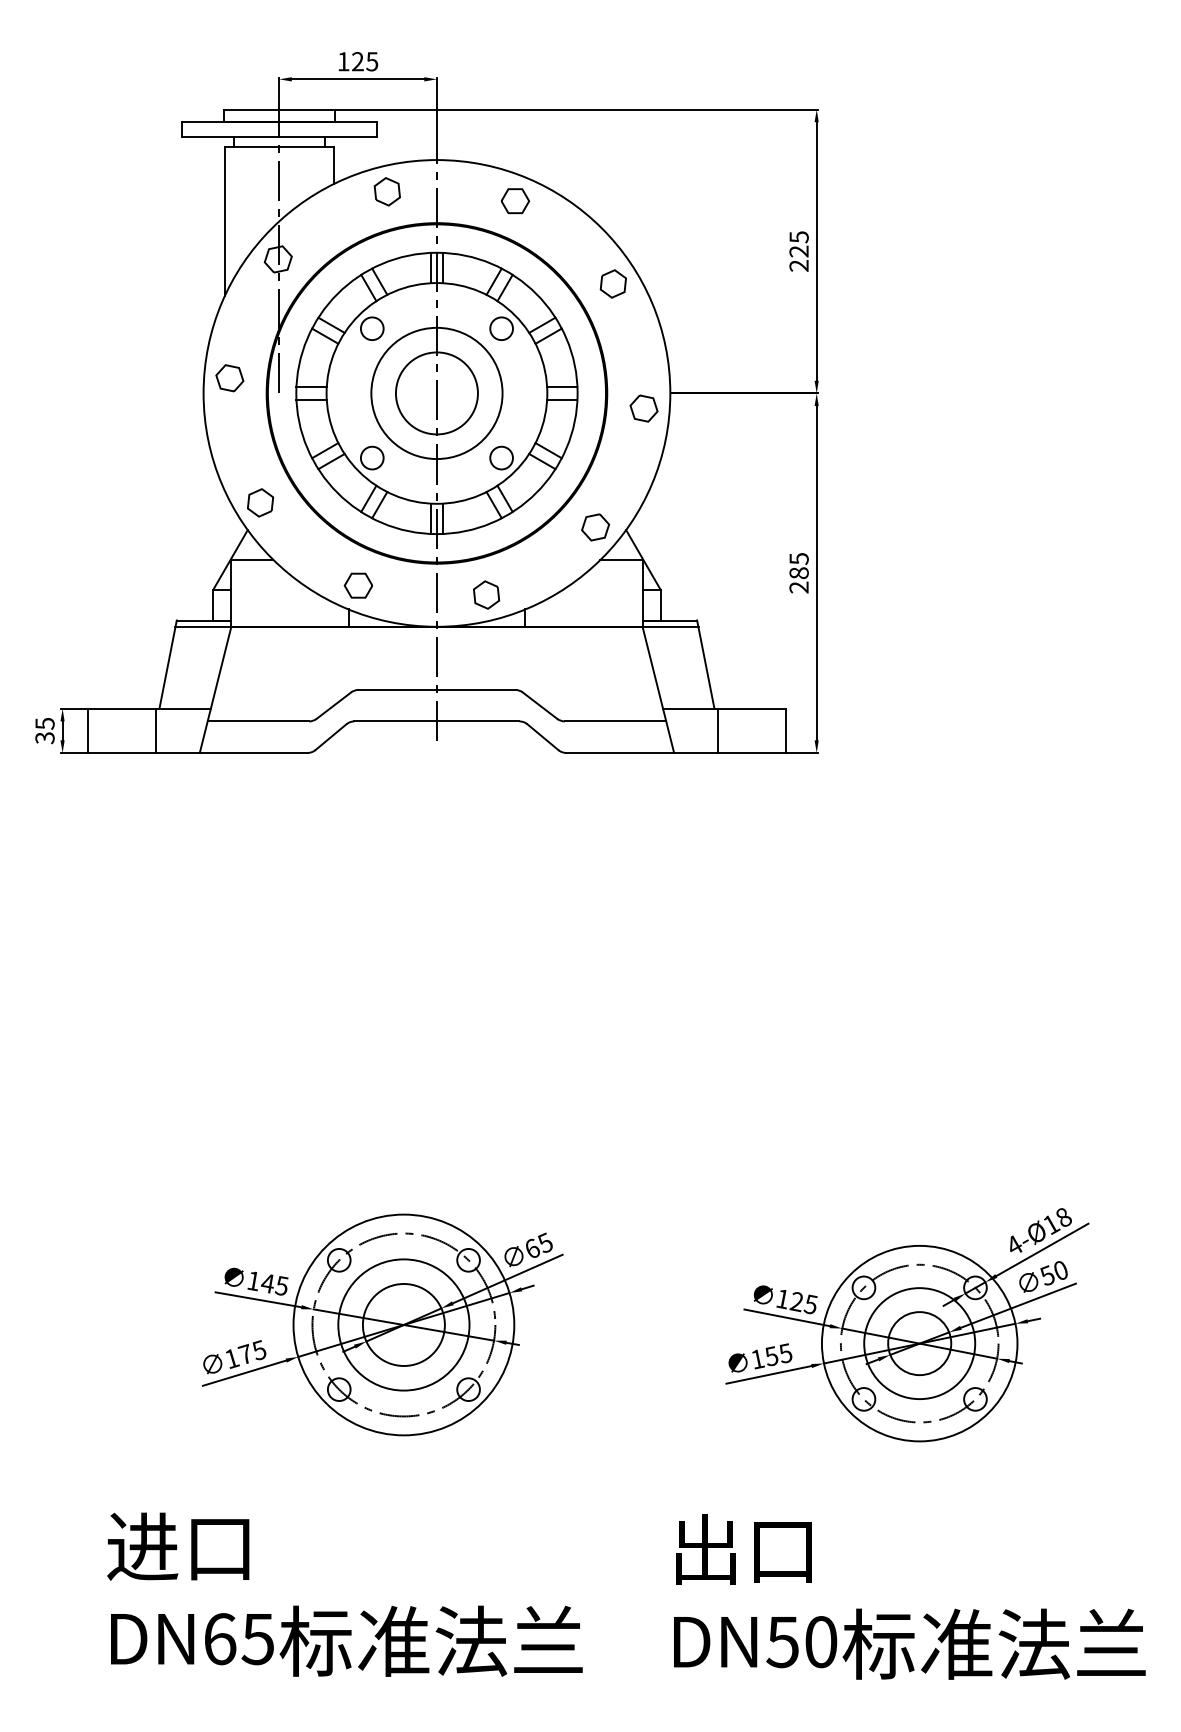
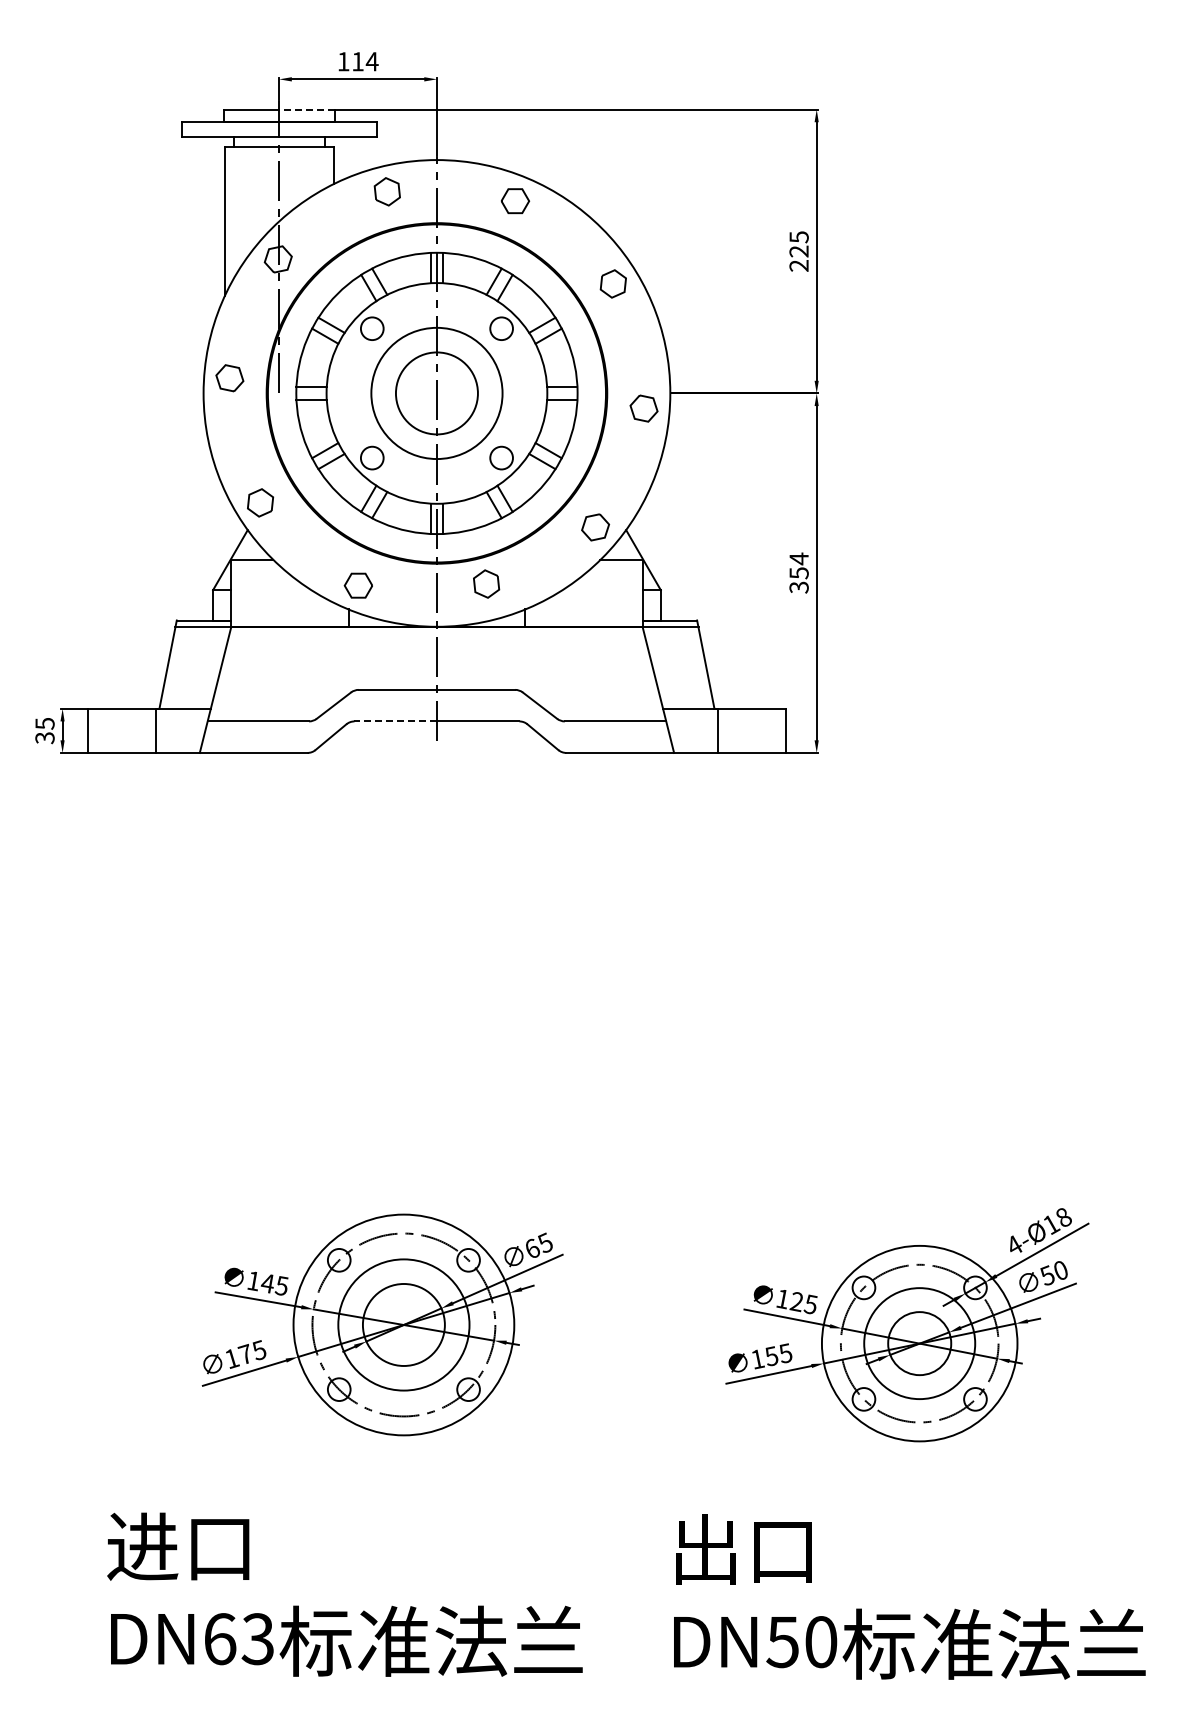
text at (365, 61): 125 -> 114
line at (307, 109): solid -> dashed
text at (798, 572): 285 -> 354
part at (486, 594) position: (486, 594) -> (486, 583)
line at (395, 721): solid -> dashed
text at (257, 1638): DN65 -> DN63
